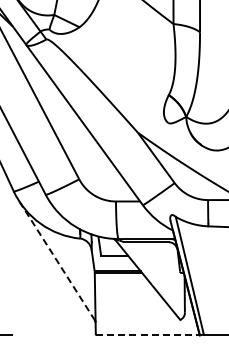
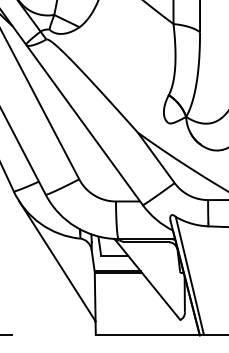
line at (57, 260): dashed -> solid
line at (147, 334): dashed -> solid
